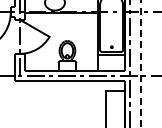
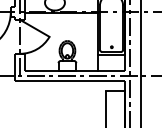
line at (140, 64): dashed -> solid
